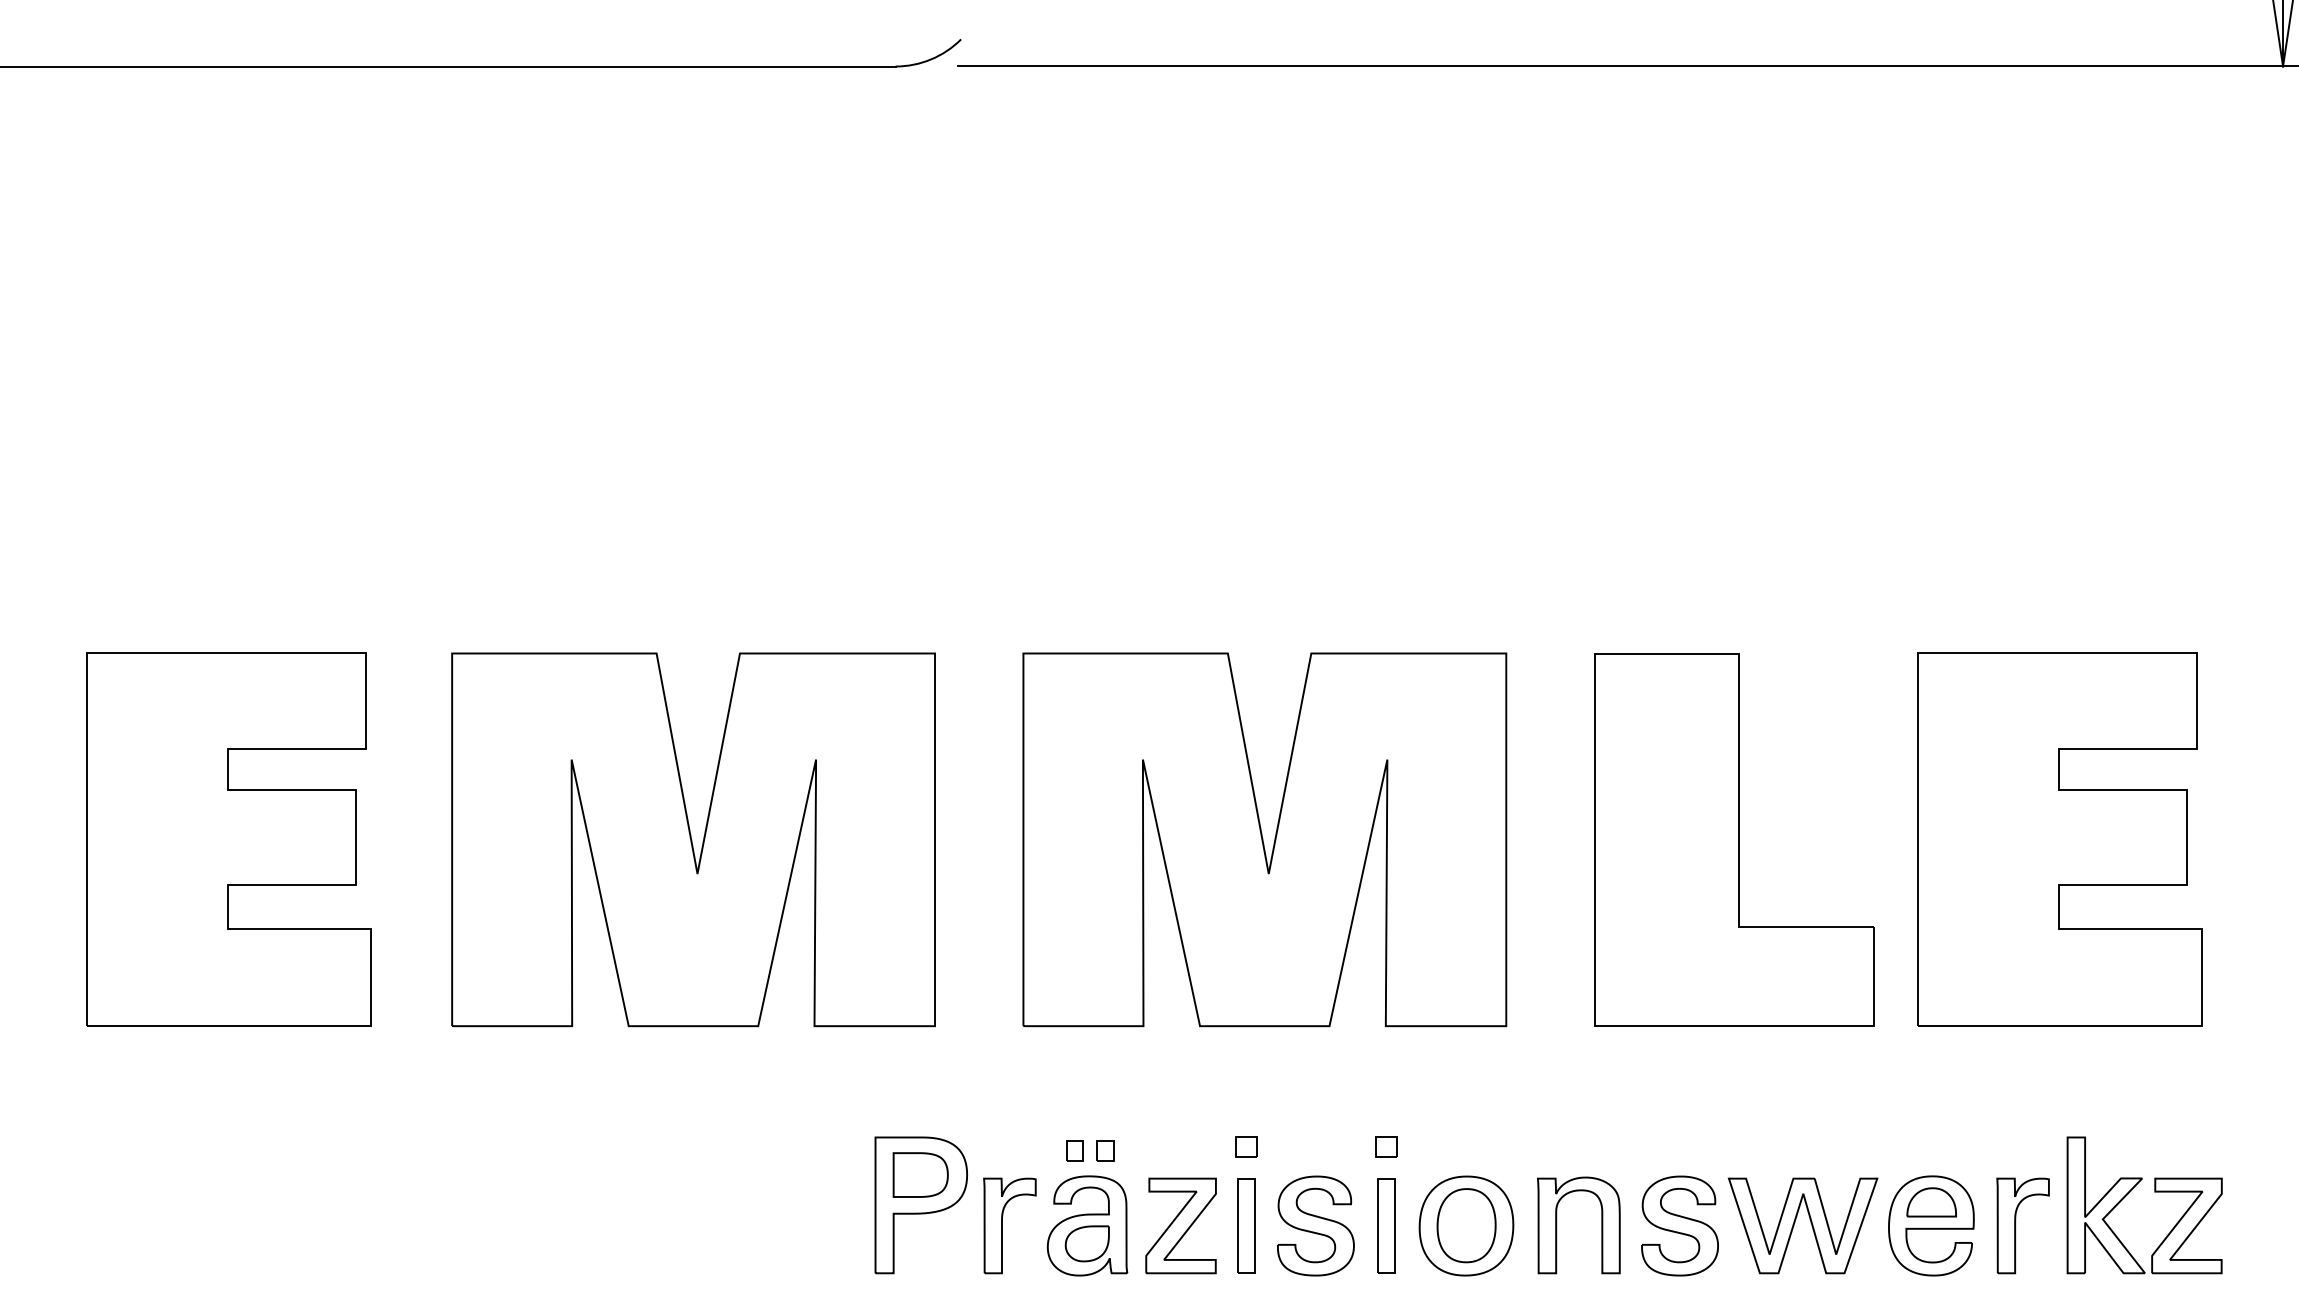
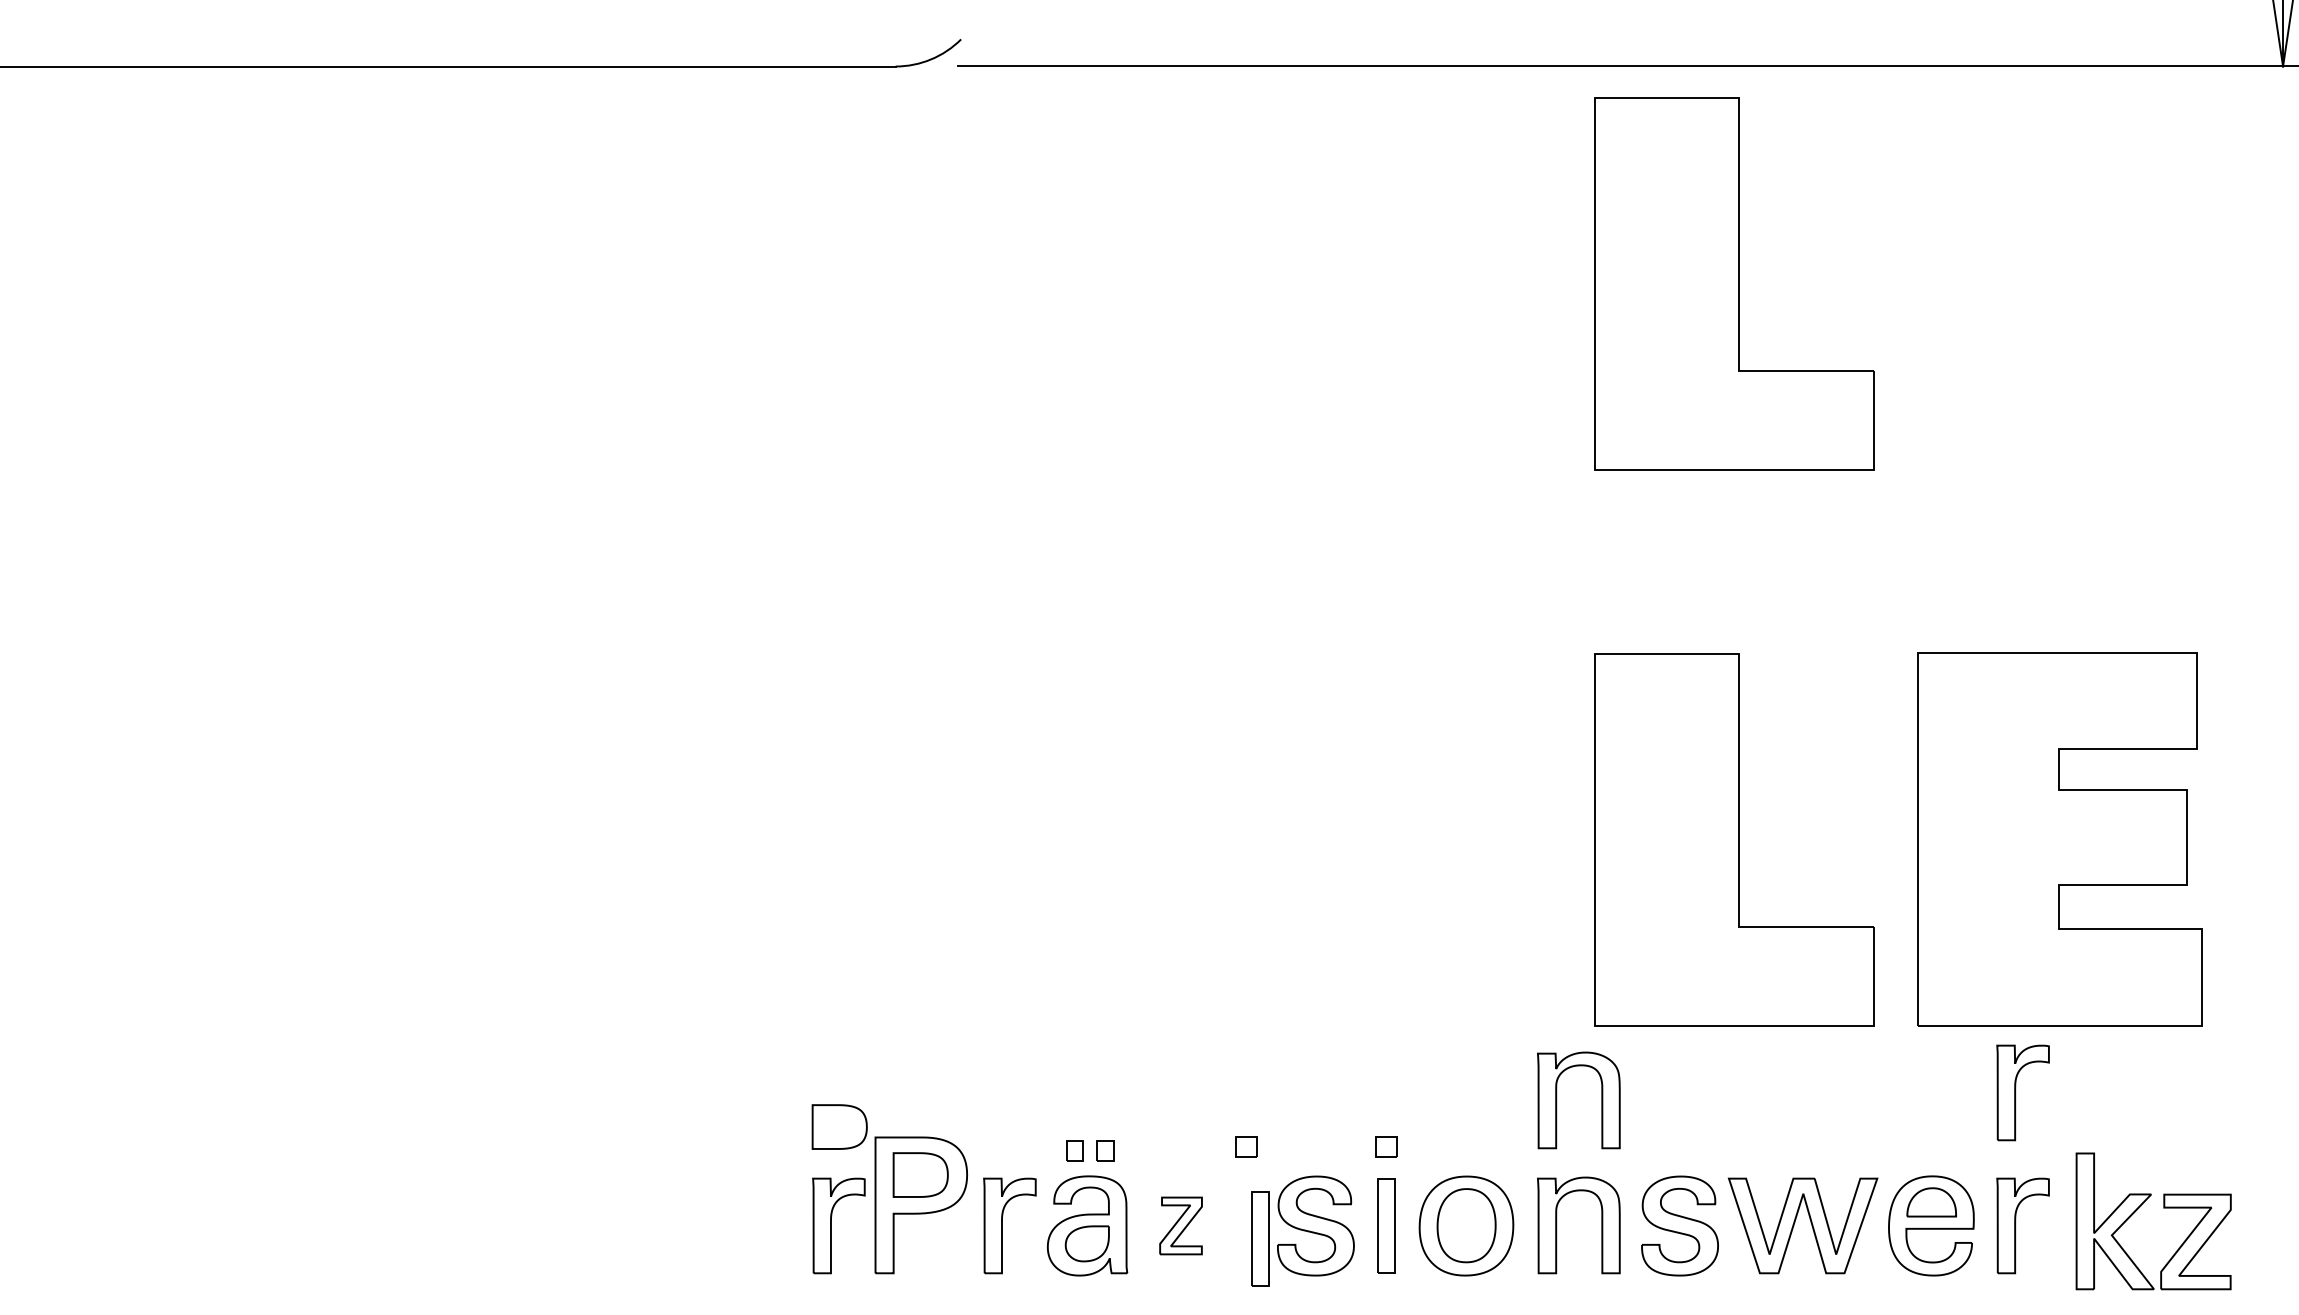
part at (1734, 283): none -> present
part at (228, 839): present -> none
part at (693, 839): present -> none
part at (1264, 839): present -> none
part at (2015, 1092): none -> present
part at (1557, 1100): none -> present
part at (839, 1126): none -> present
part at (2154, 1192) position: (2154, 1192) -> (2163, 1208)
part at (831, 1225): none -> present
part at (1180, 1225) size: 72x98 px -> 44x60 px
part at (1246, 1225) position: (1246, 1225) -> (1260, 1238)
